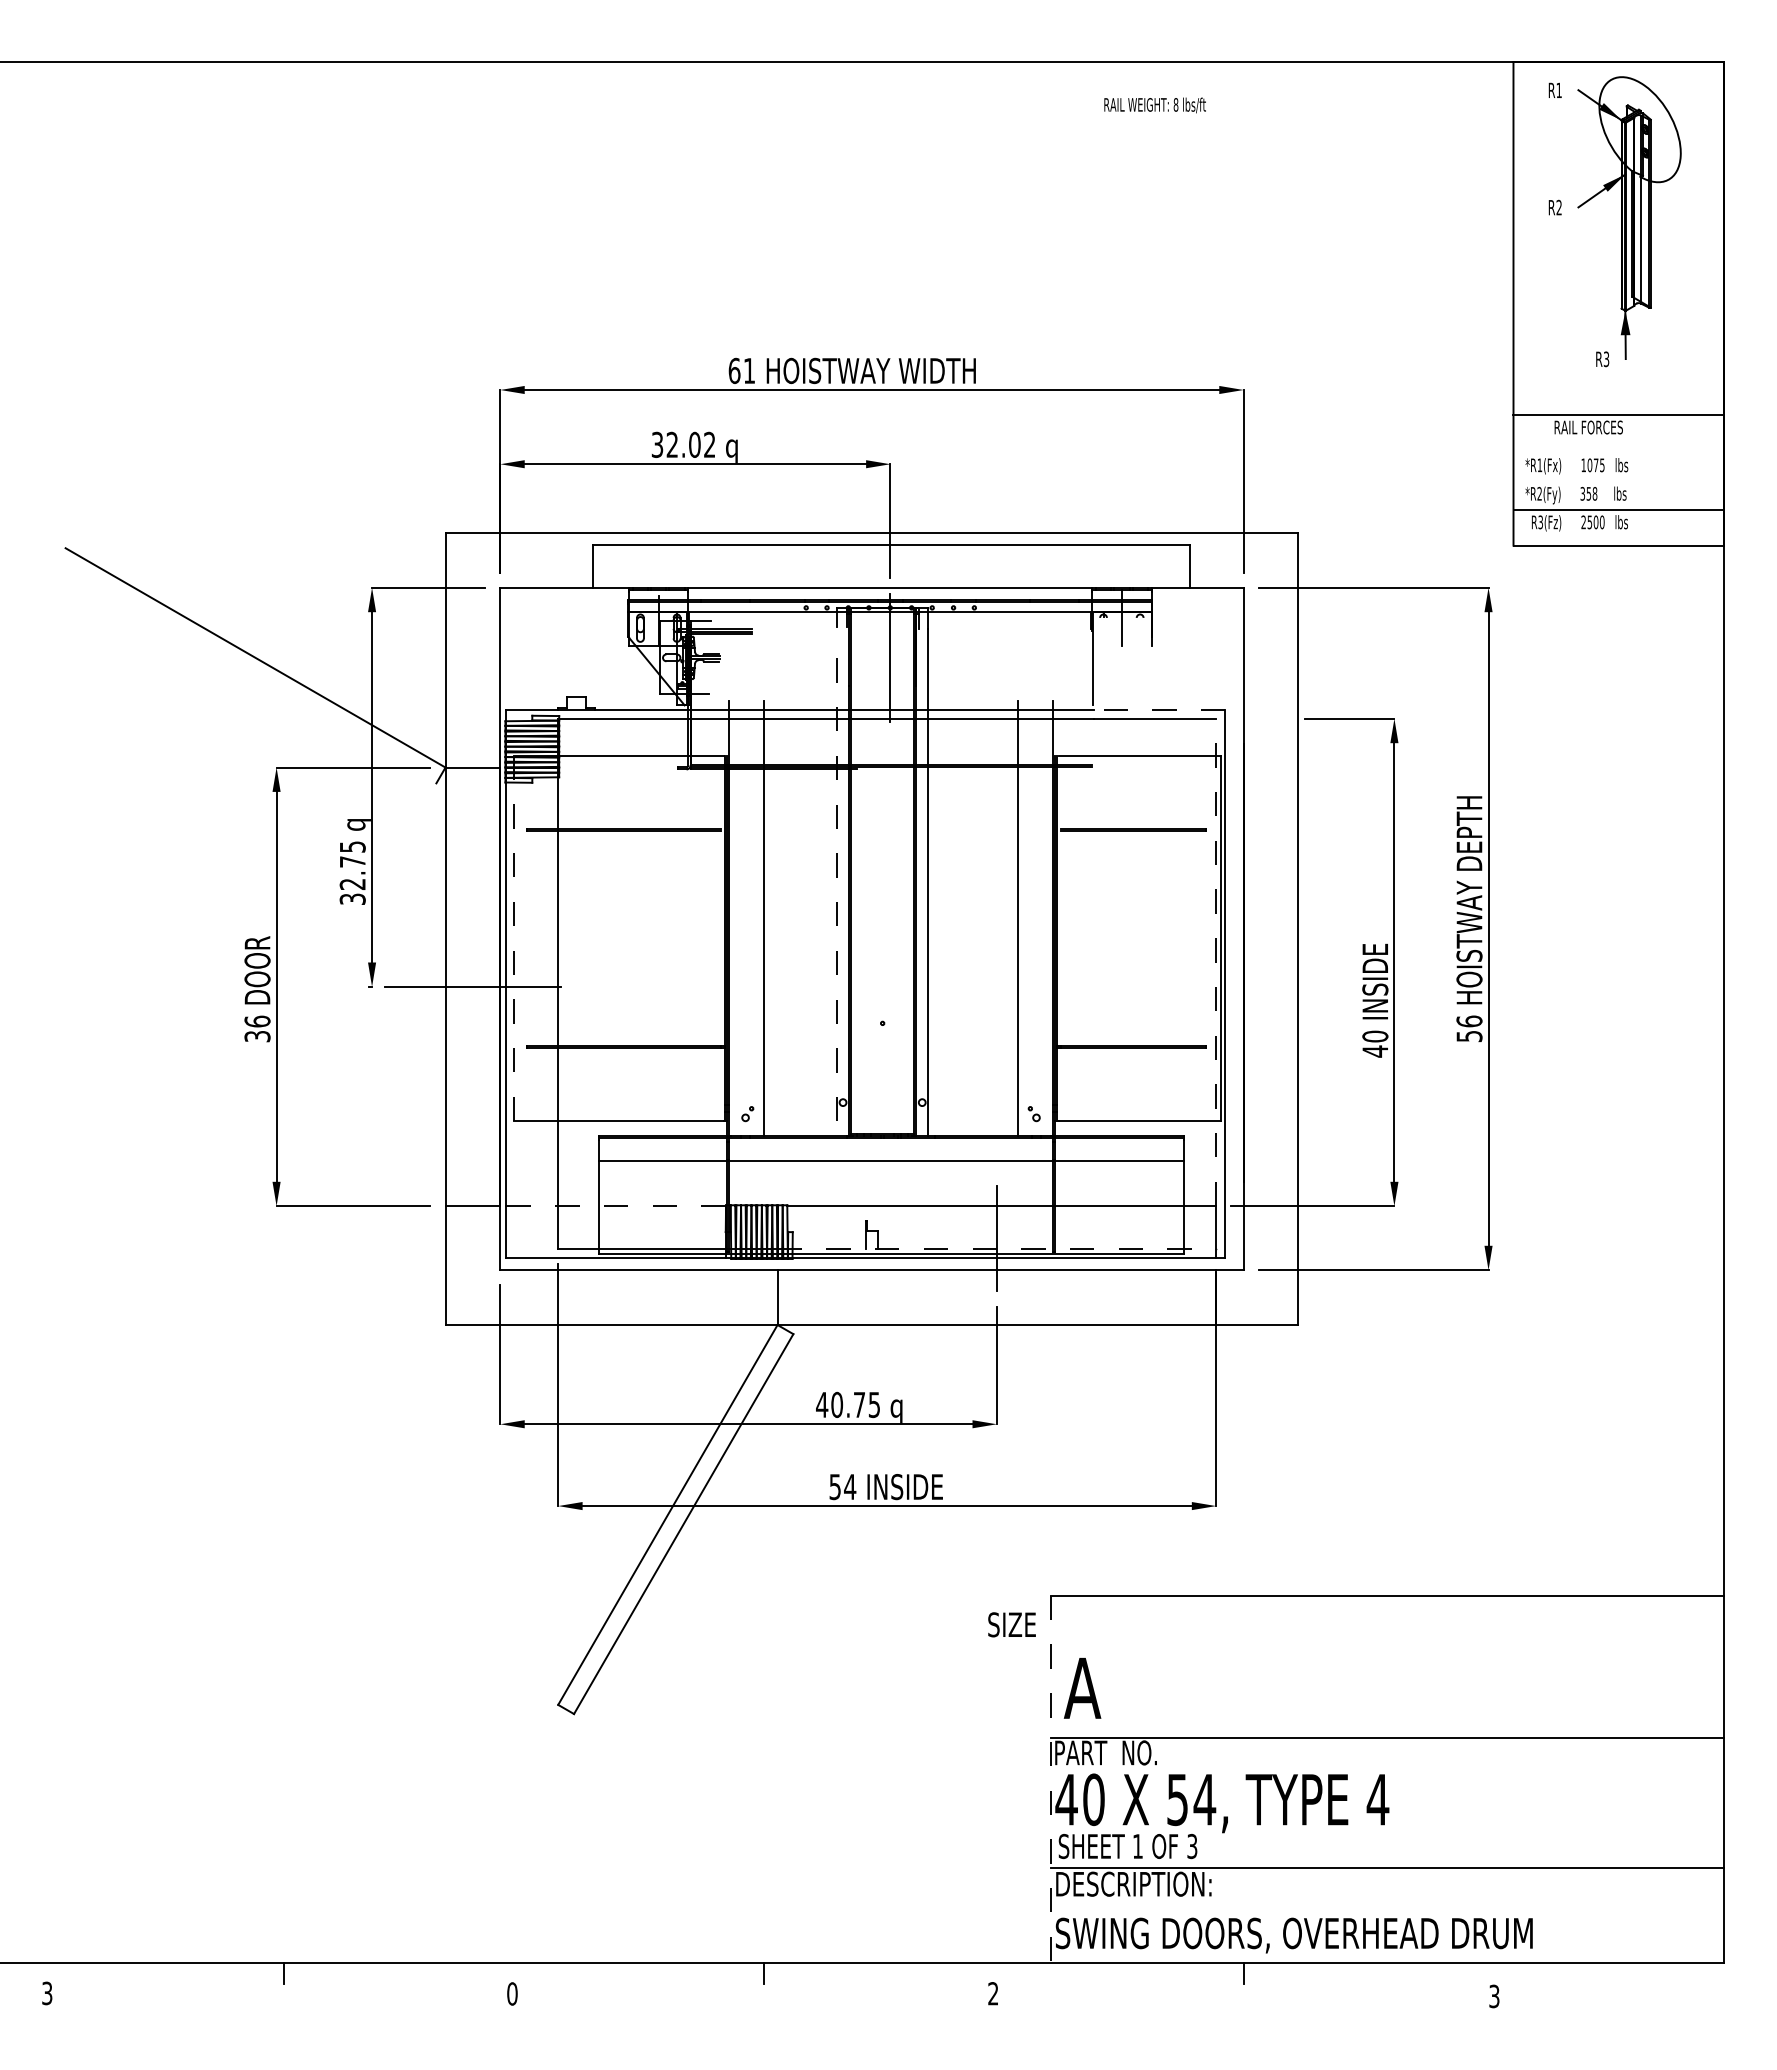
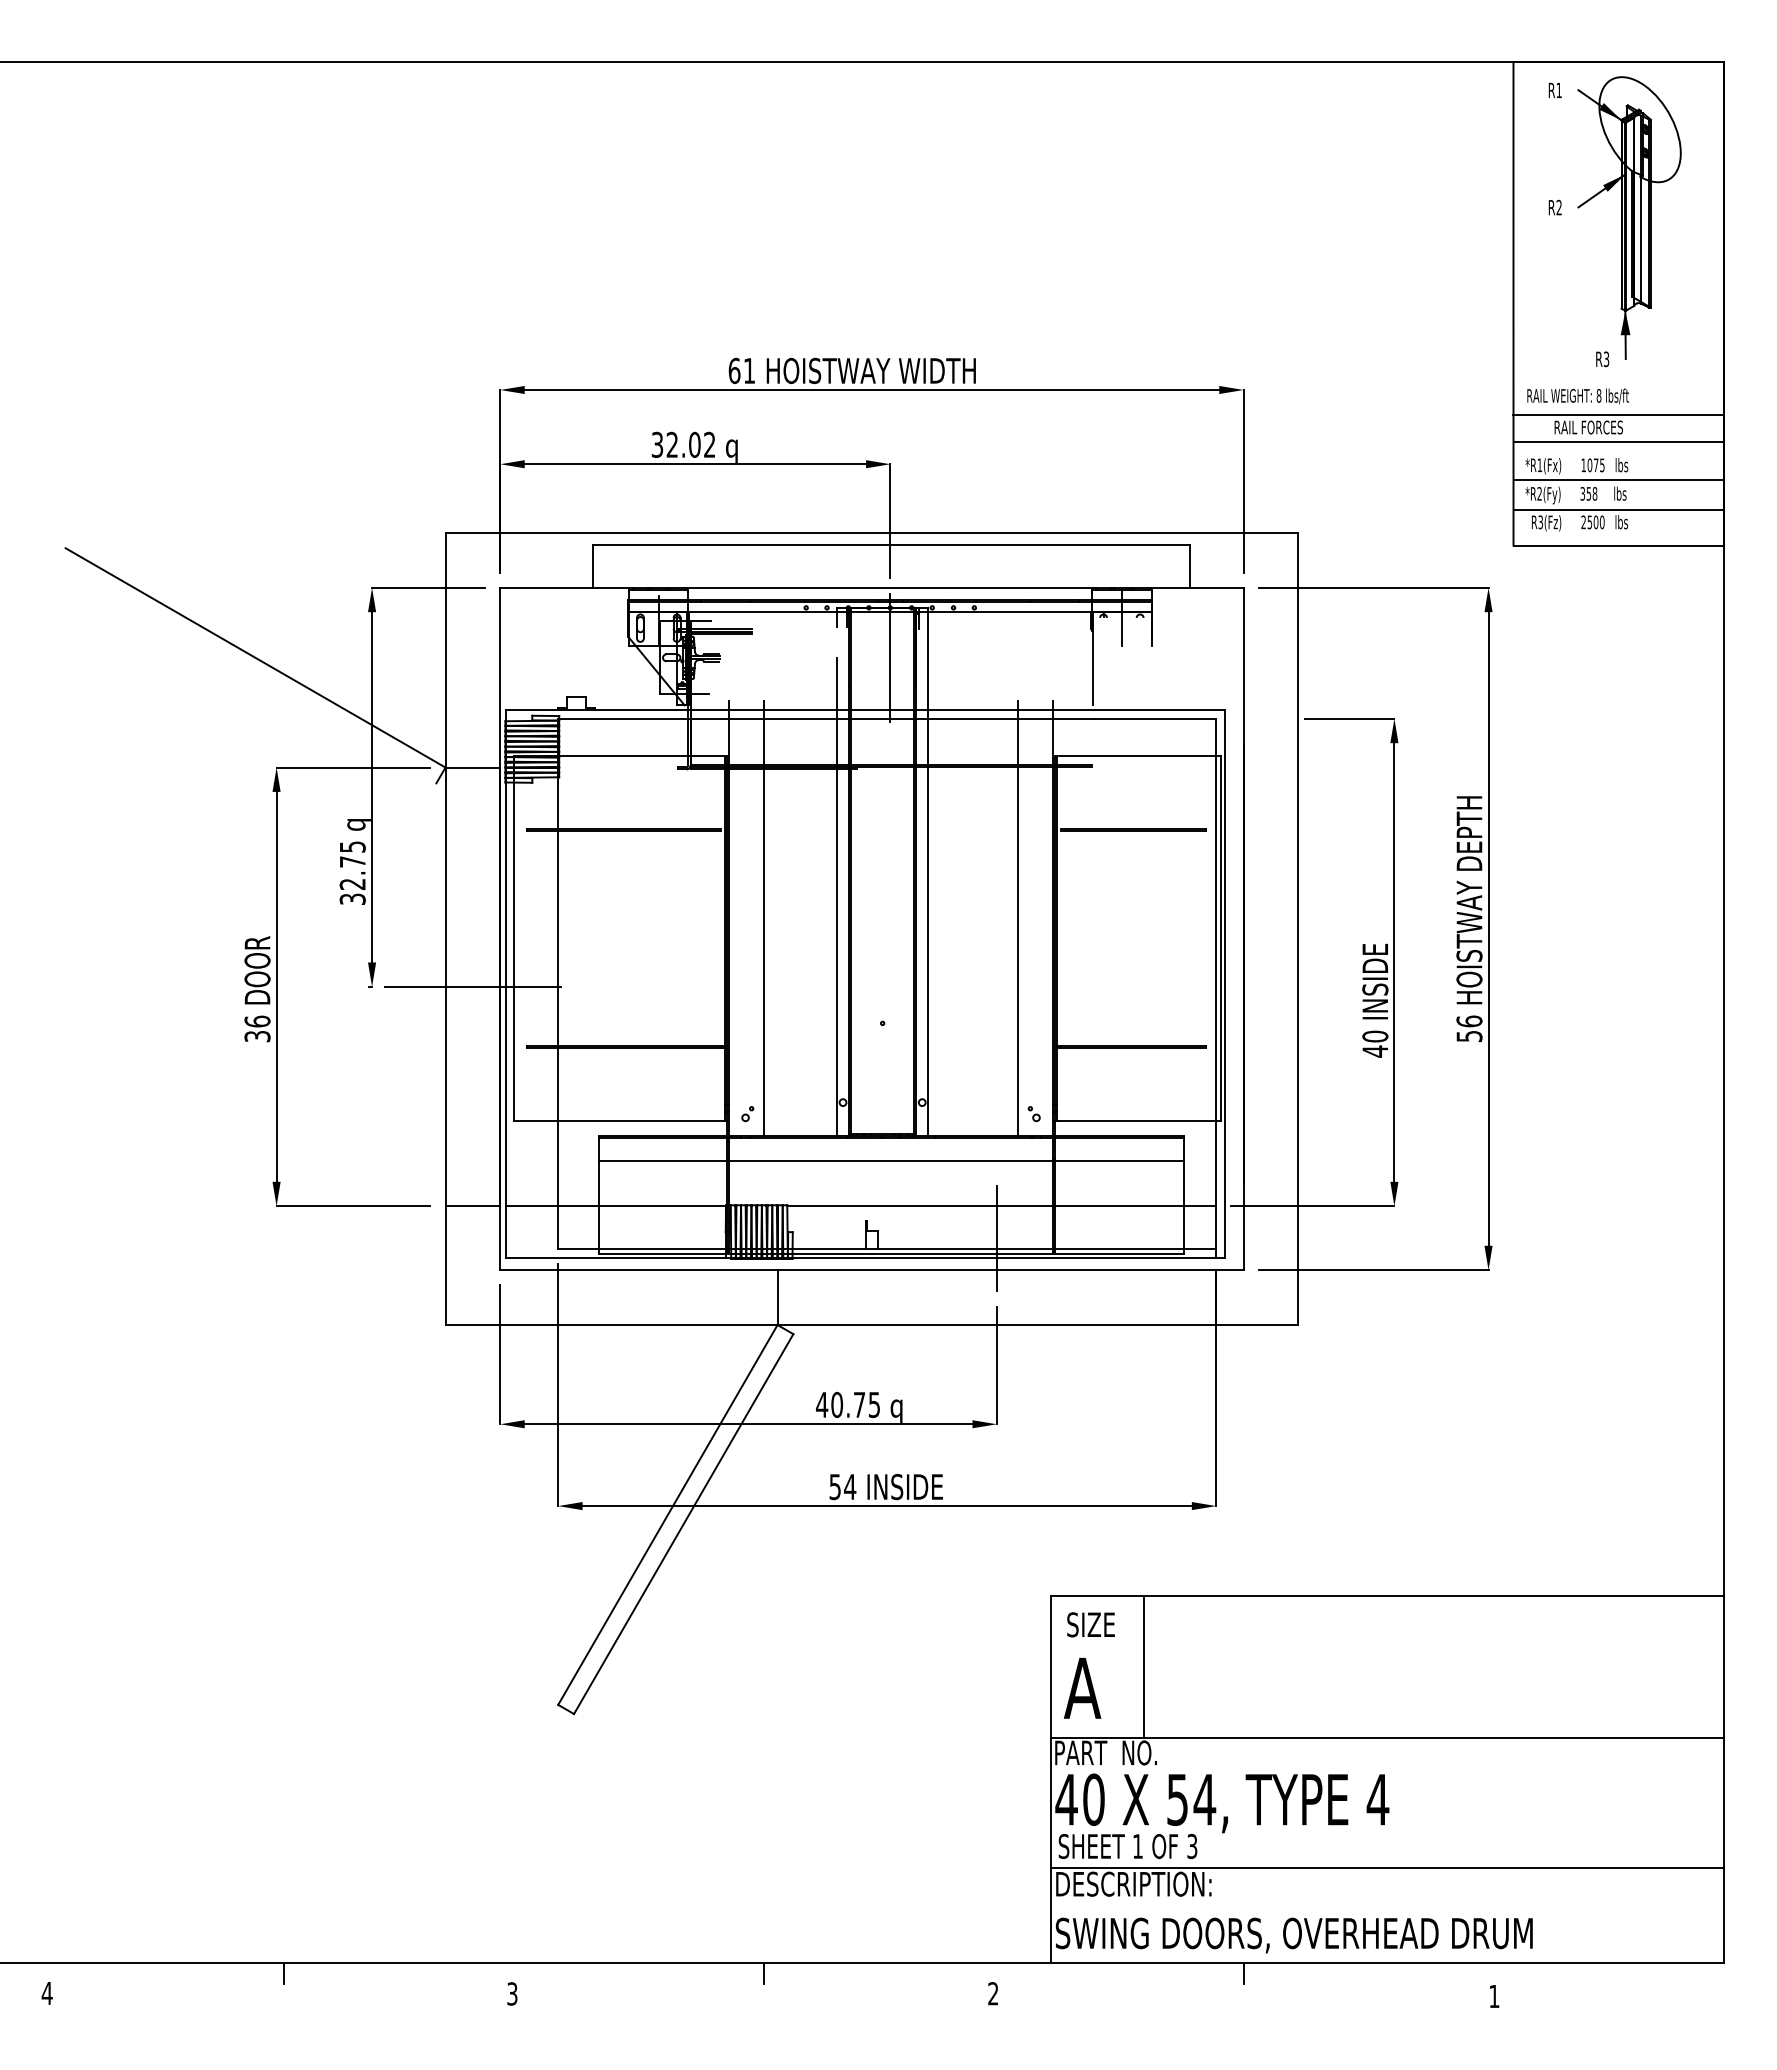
text at (1154, 105) position: (1154, 105) -> (1577, 396)
line at (1618, 441): none -> present
line at (1618, 480): none -> present
line at (1159, 709): dashed -> solid
line at (836, 897): dashed -> solid
line at (514, 938): dashed -> solid
line at (1216, 962): dashed -> solid
line at (616, 1206): dashed -> solid
line at (997, 1248): dashed -> solid
text at (1011, 1624) position: (1011, 1624) -> (1090, 1624)
line at (1144, 1666): none -> present
line at (1051, 1779): dashed -> solid
text at (46, 1993): 3 -> 4
text at (512, 1993): 0 -> 3
text at (1494, 1996): 3 -> 1
